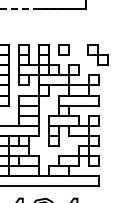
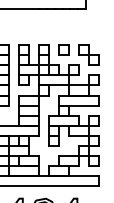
line at (19, 8): dashed -> solid
part at (97, 54) position: (97, 54) -> (88, 54)
